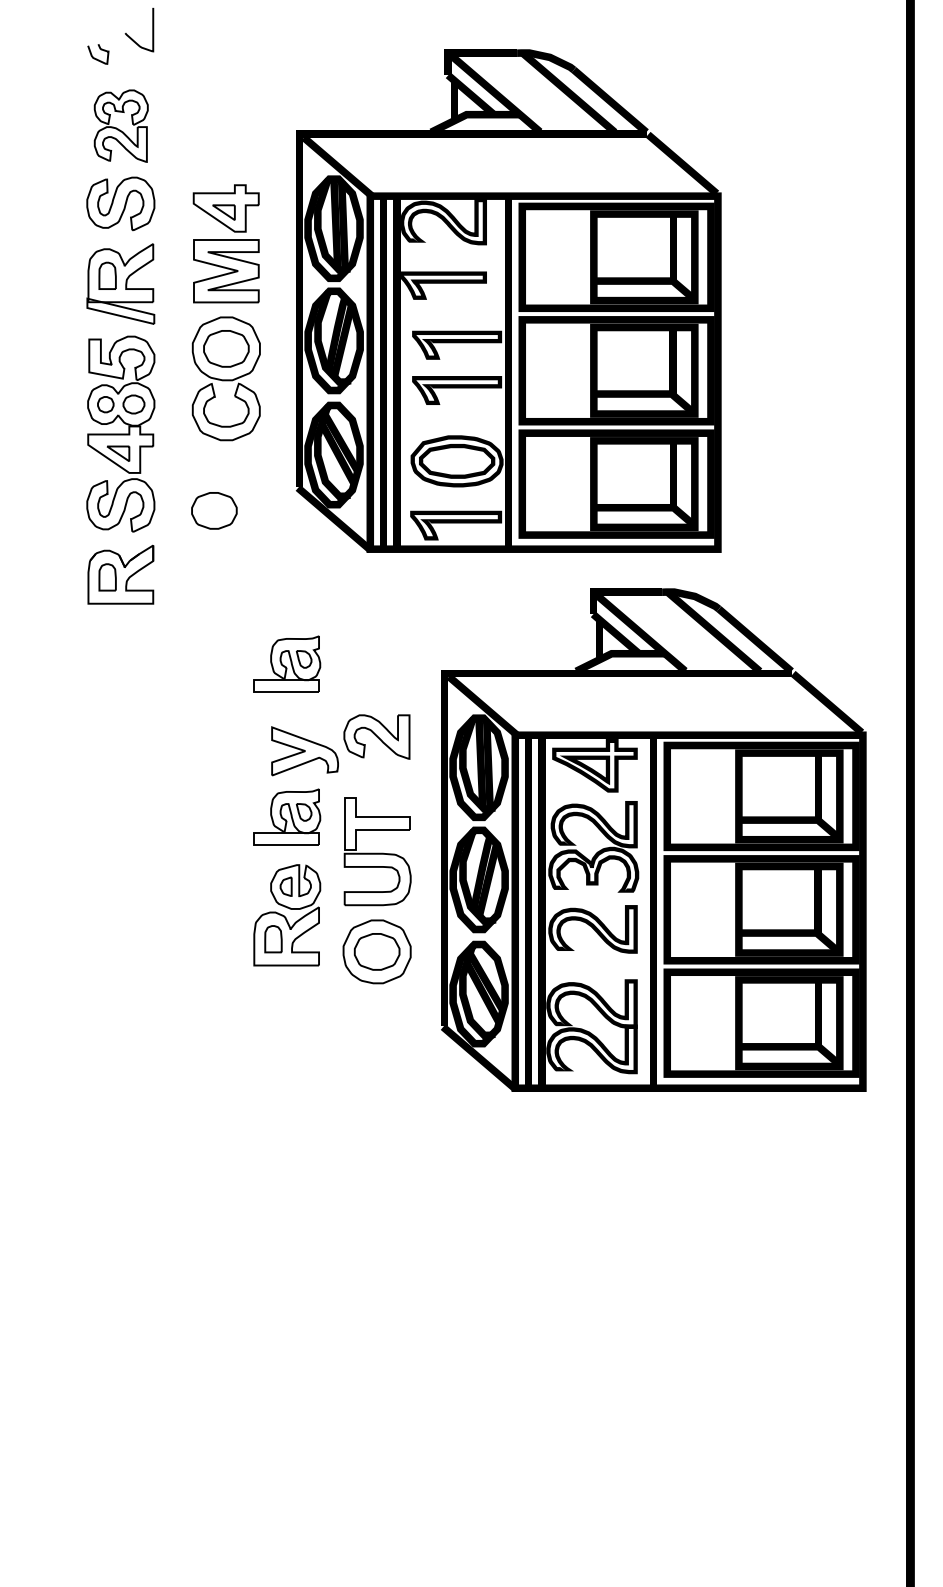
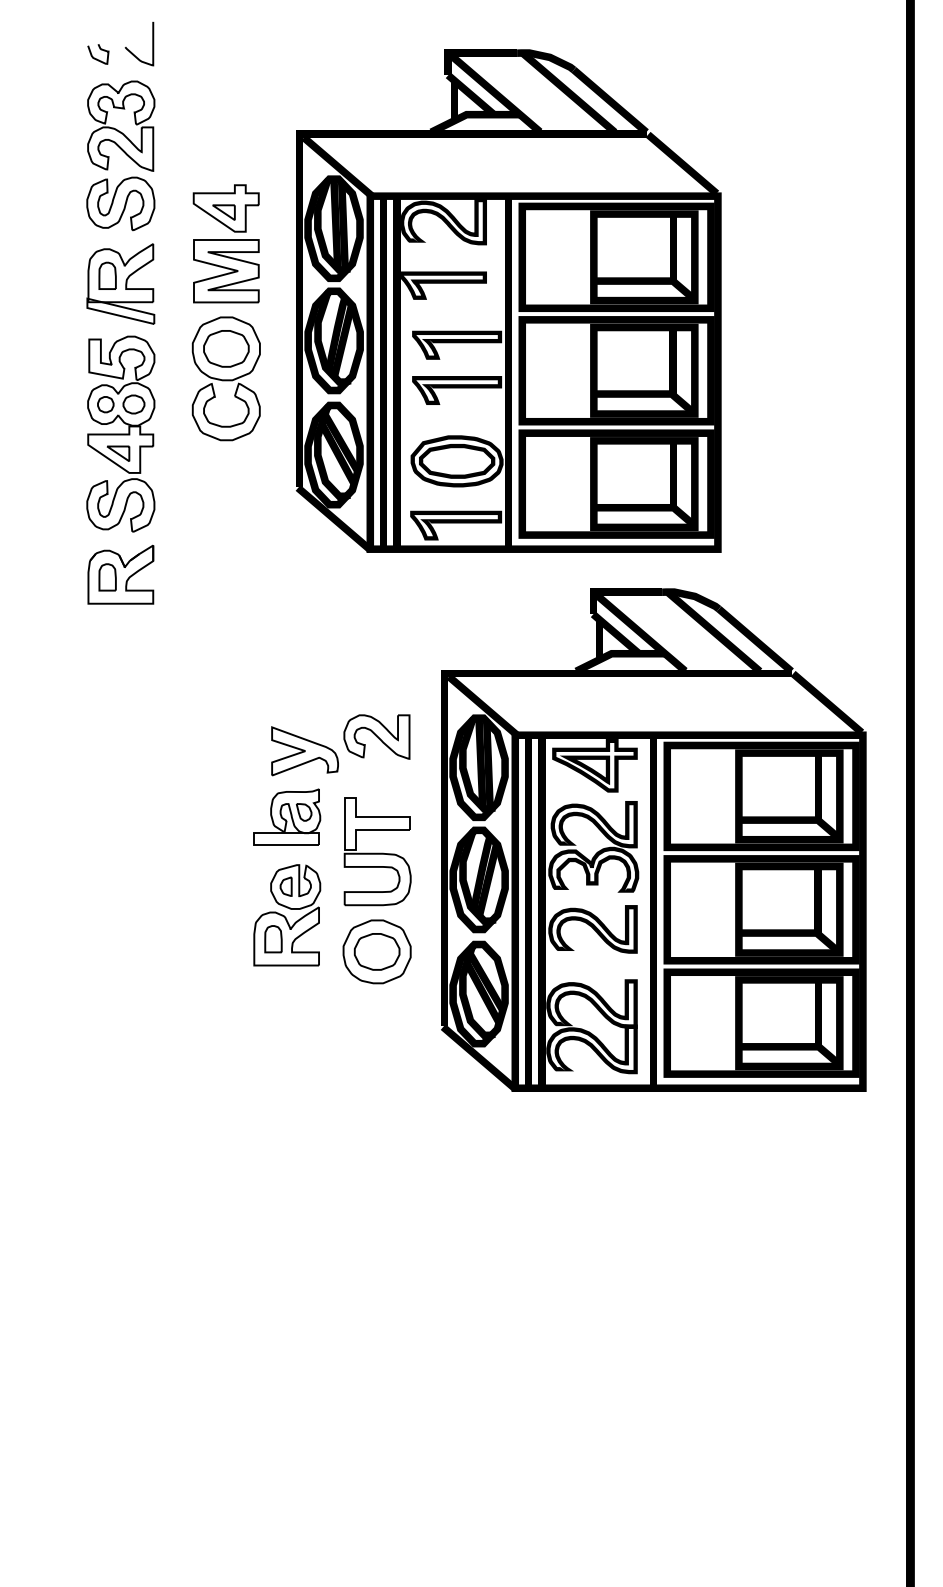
curve at (131, 37) position: (131, 37) -> (131, 51)
part at (120, 125) size: 56x74 px -> 69x92 px
part at (214, 510): present -> none
part at (287, 663): present -> none
